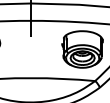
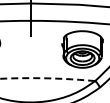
arc at (47, 78): solid -> dashed
